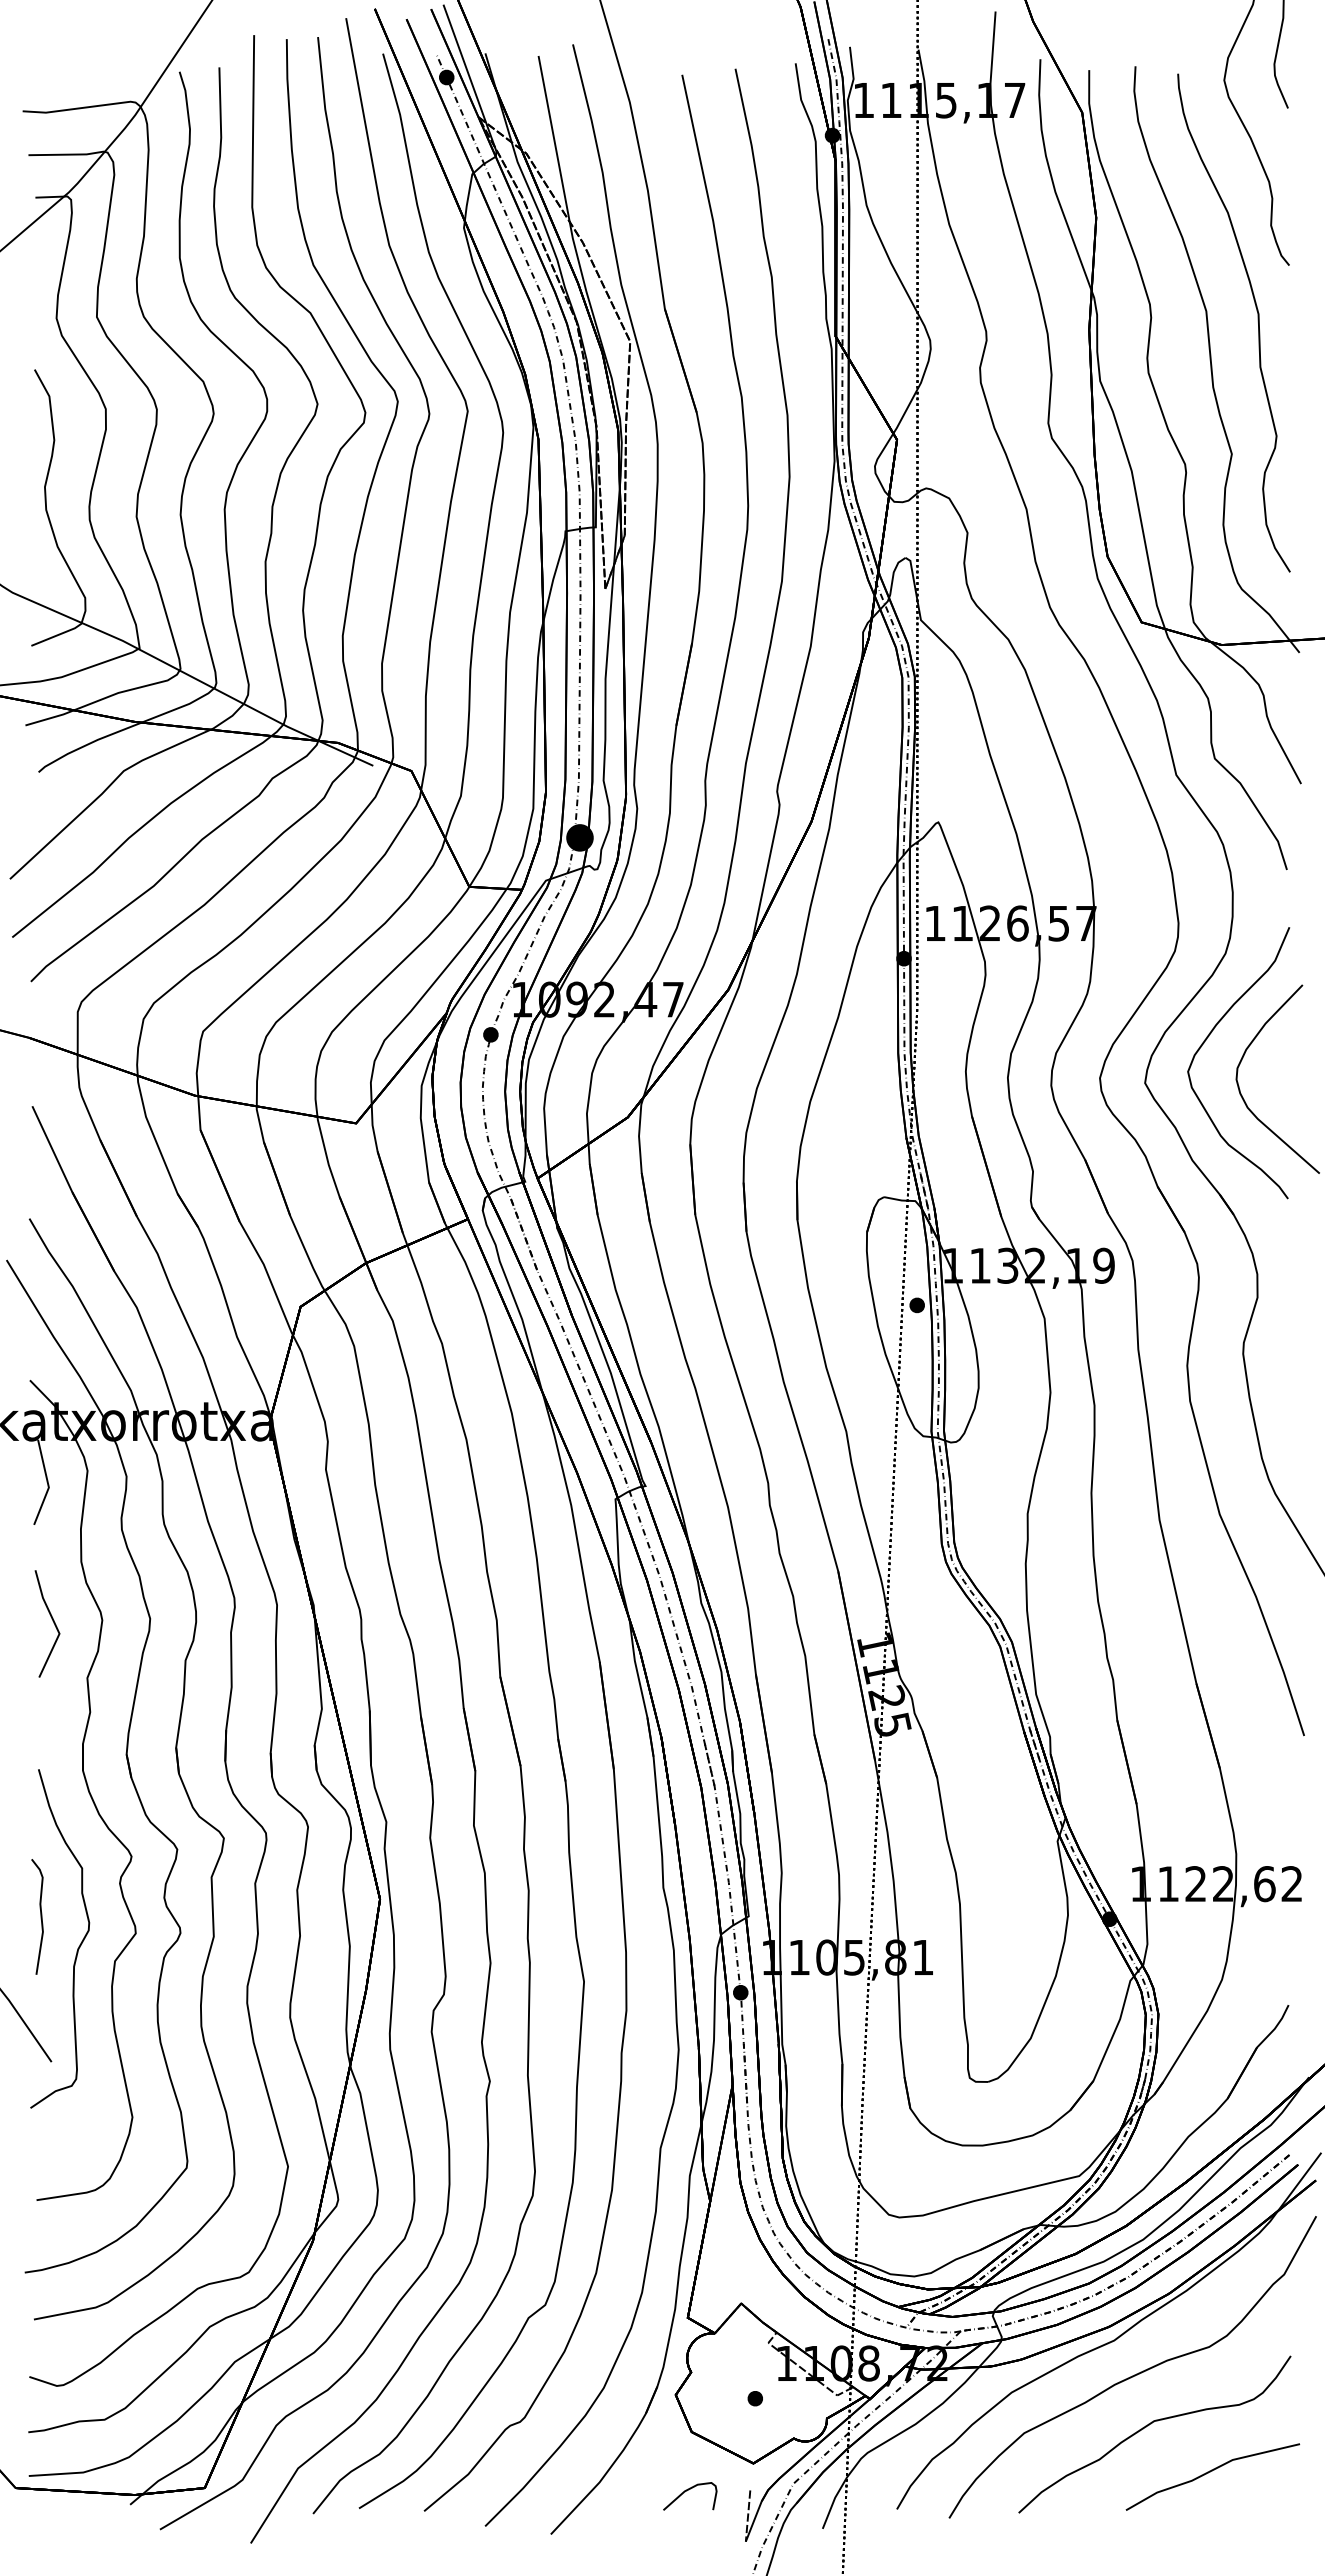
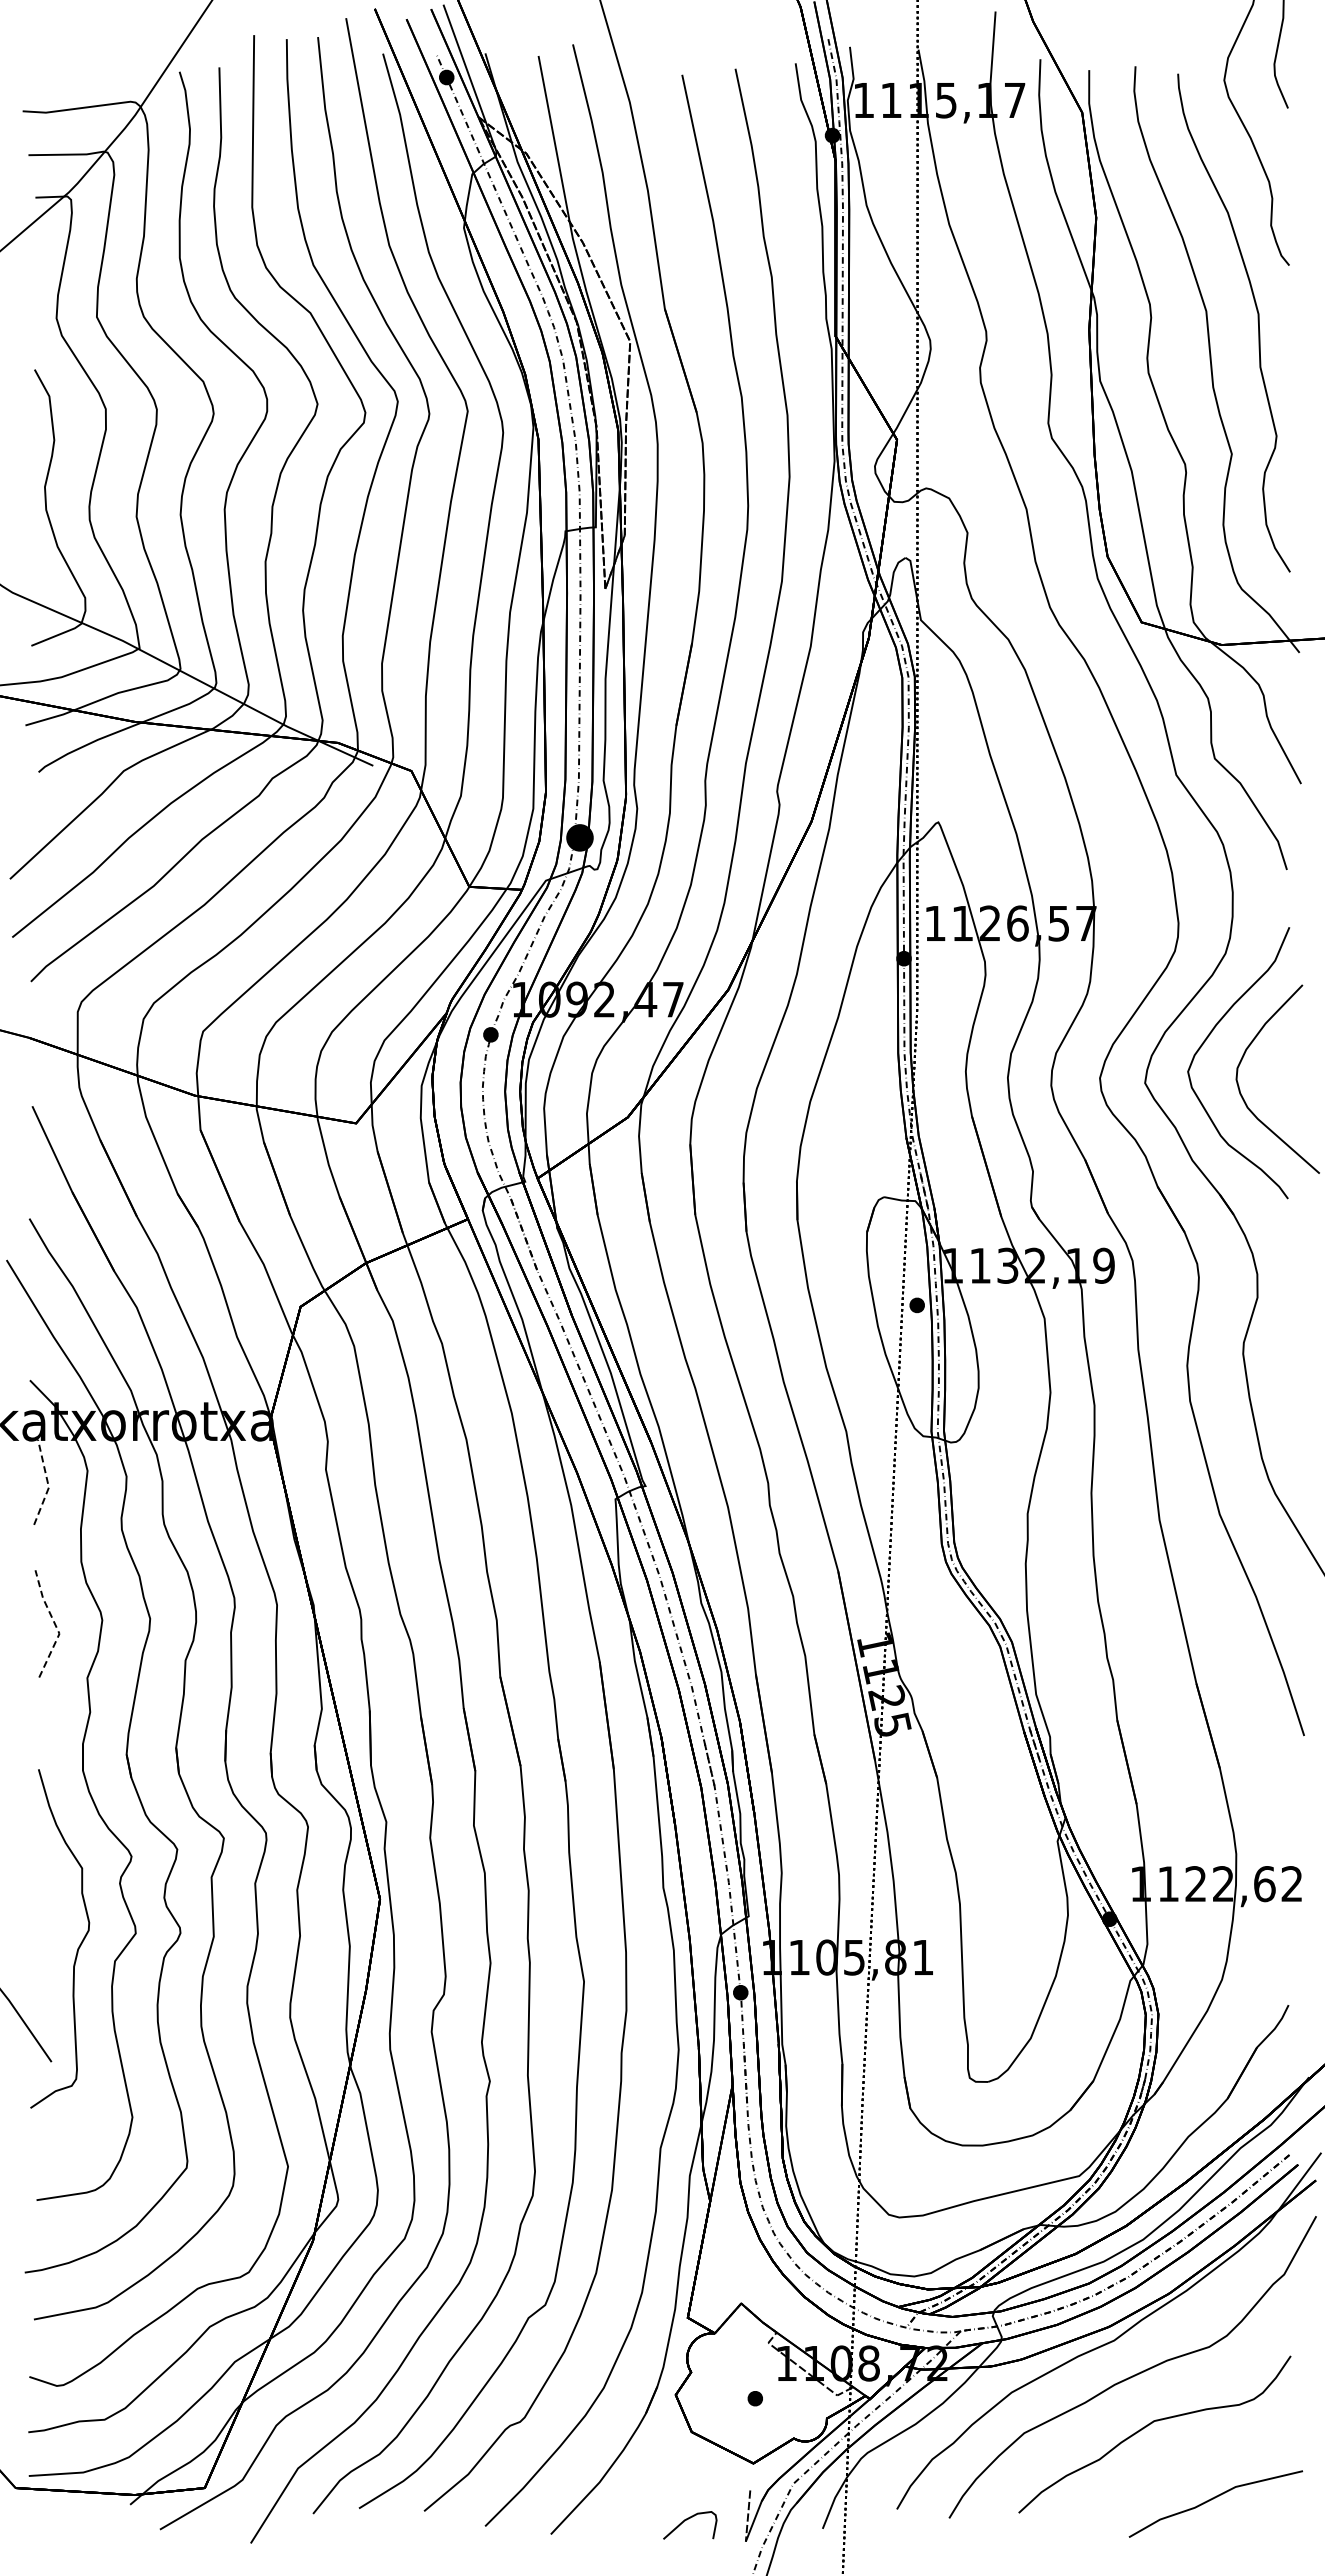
line at (48, 1483): solid -> dashed
line at (55, 1624): solid -> dashed
curve at (40, 1916): present -> none
line at (1210, 2472) position: (1210, 2472) -> (1213, 2499)
curve at (688, 2490) position: (688, 2490) -> (688, 2519)
